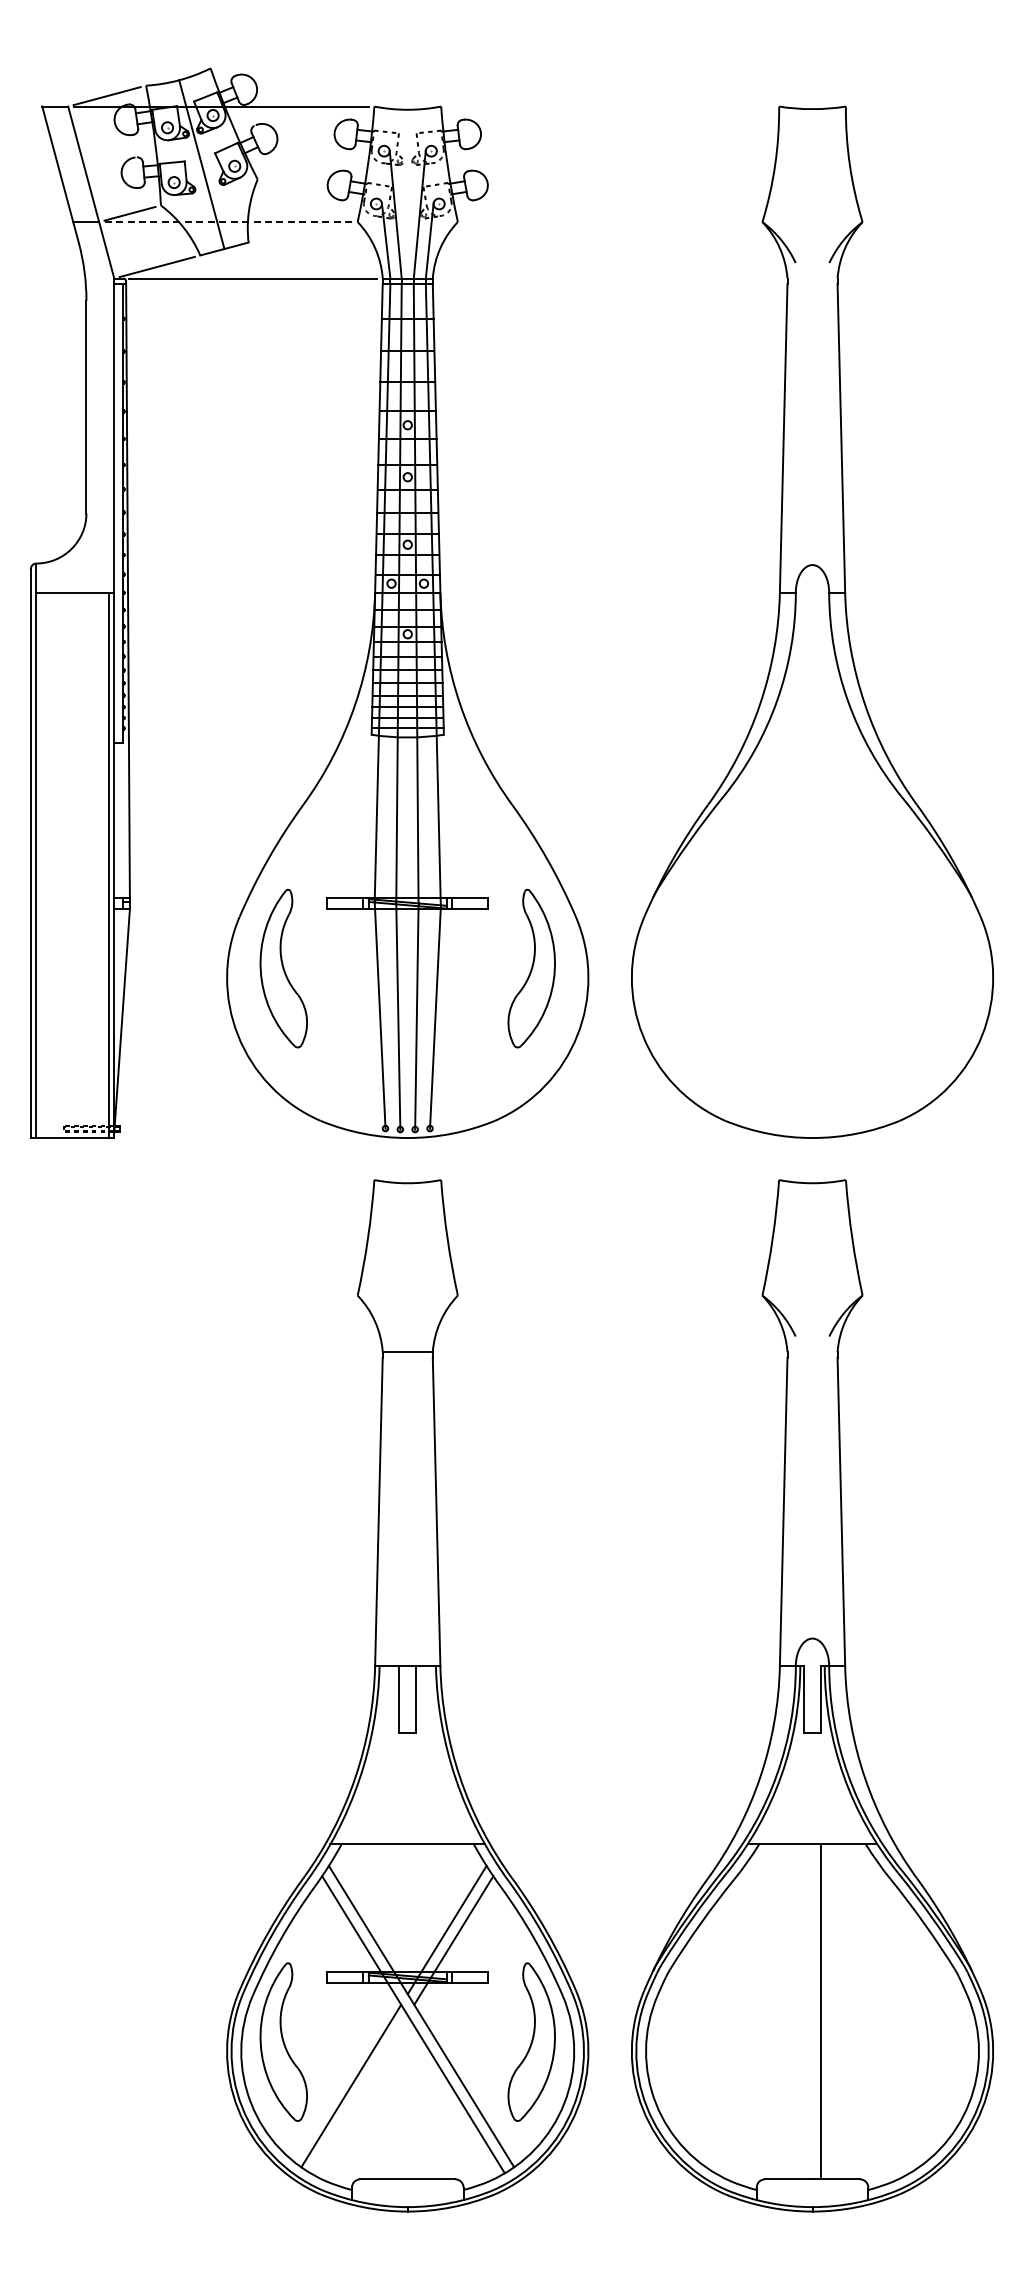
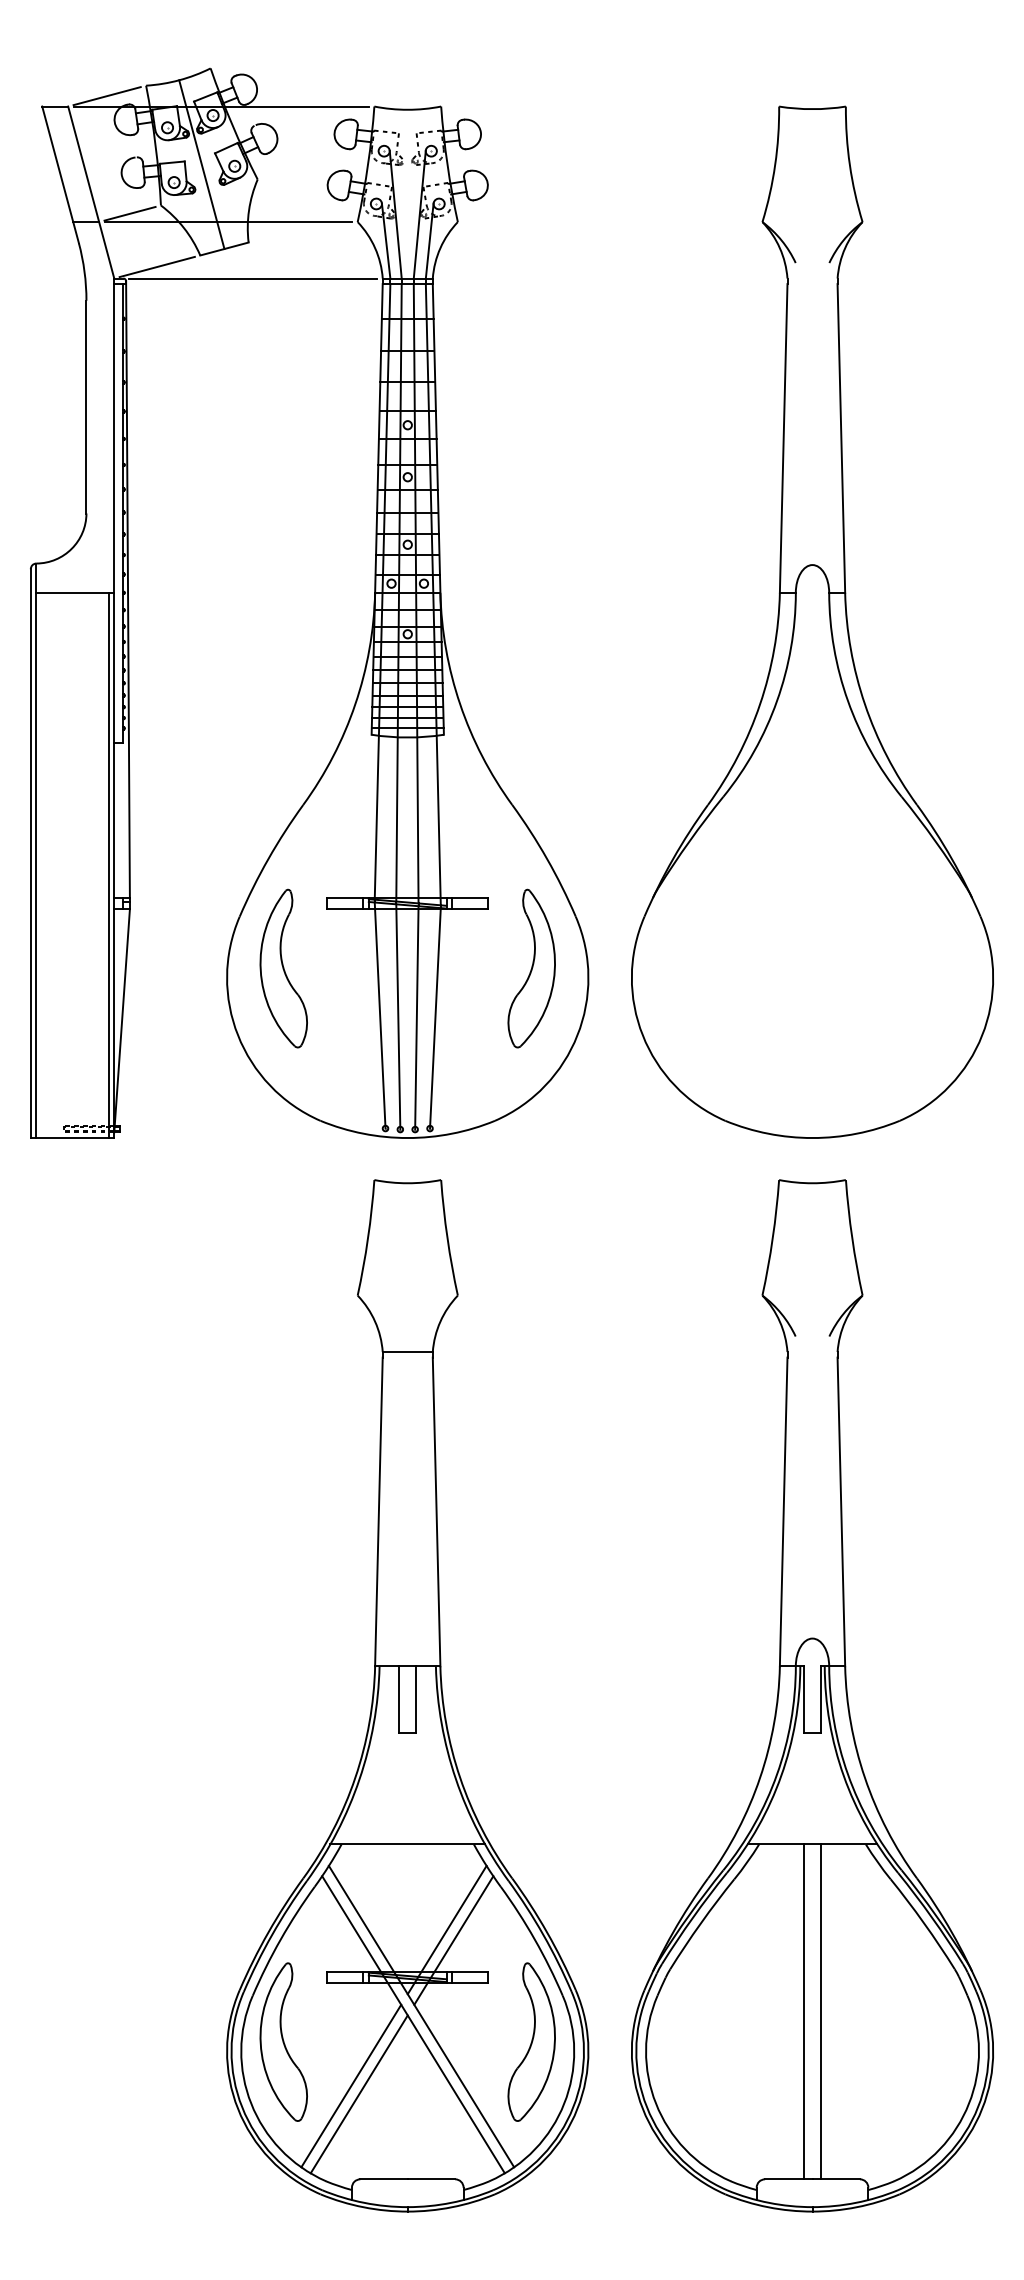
line at (228, 222): dashed -> solid
line at (804, 2011): none -> present
line at (358, 2094): none -> present
